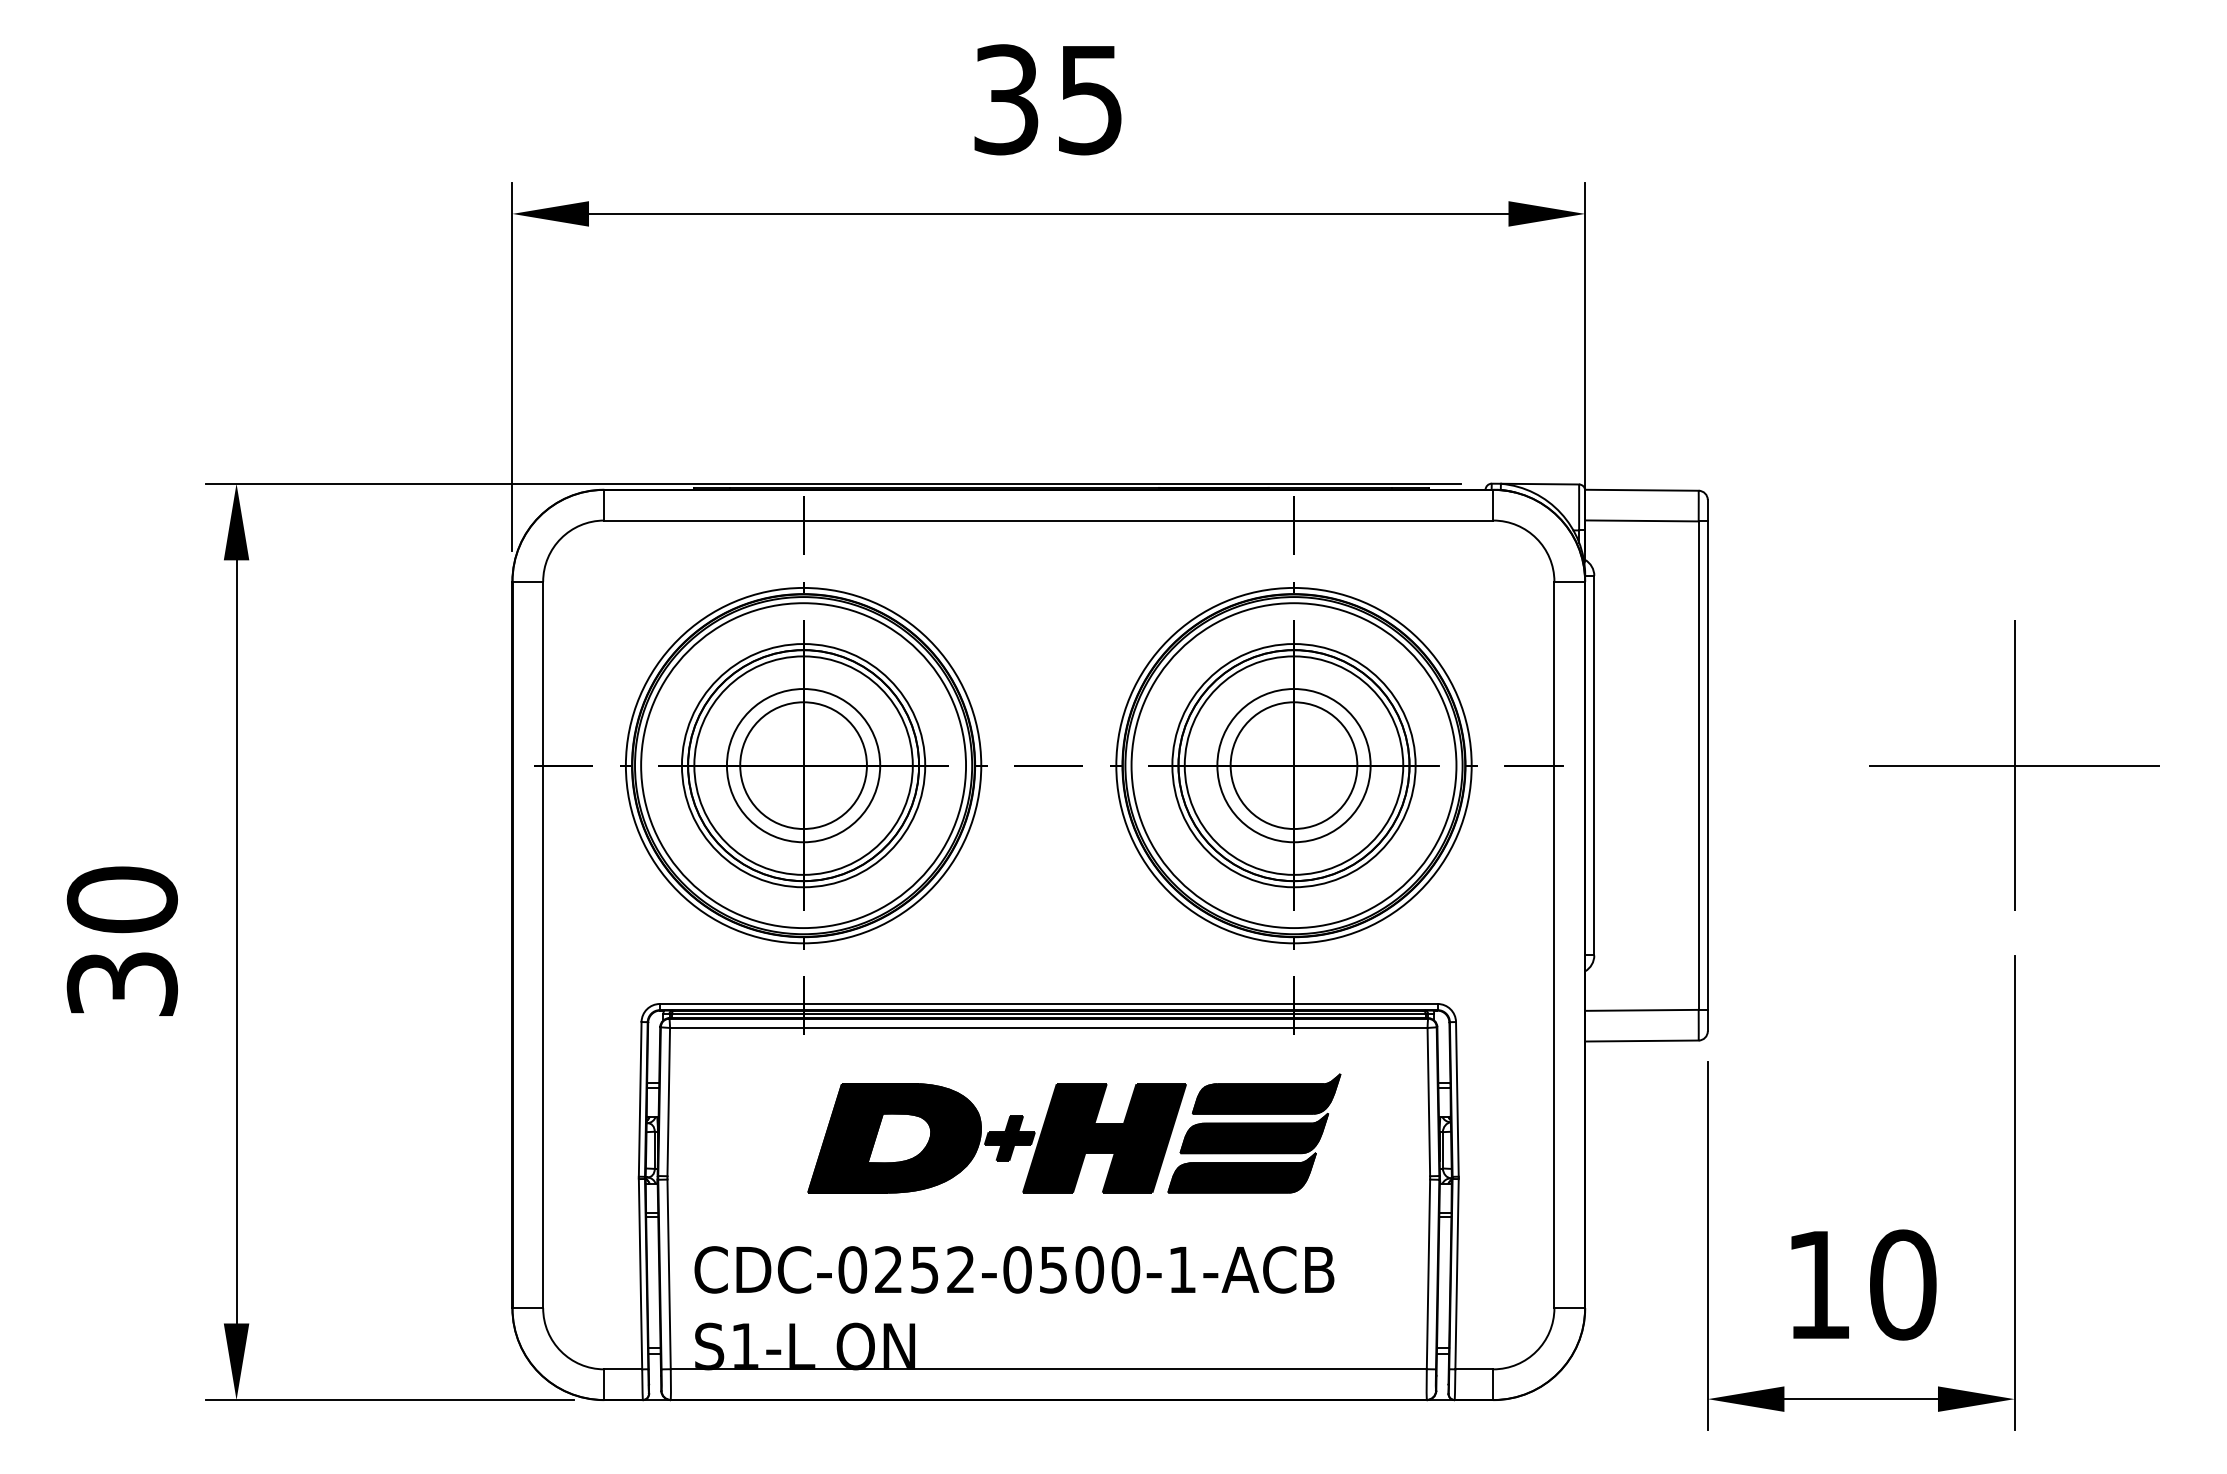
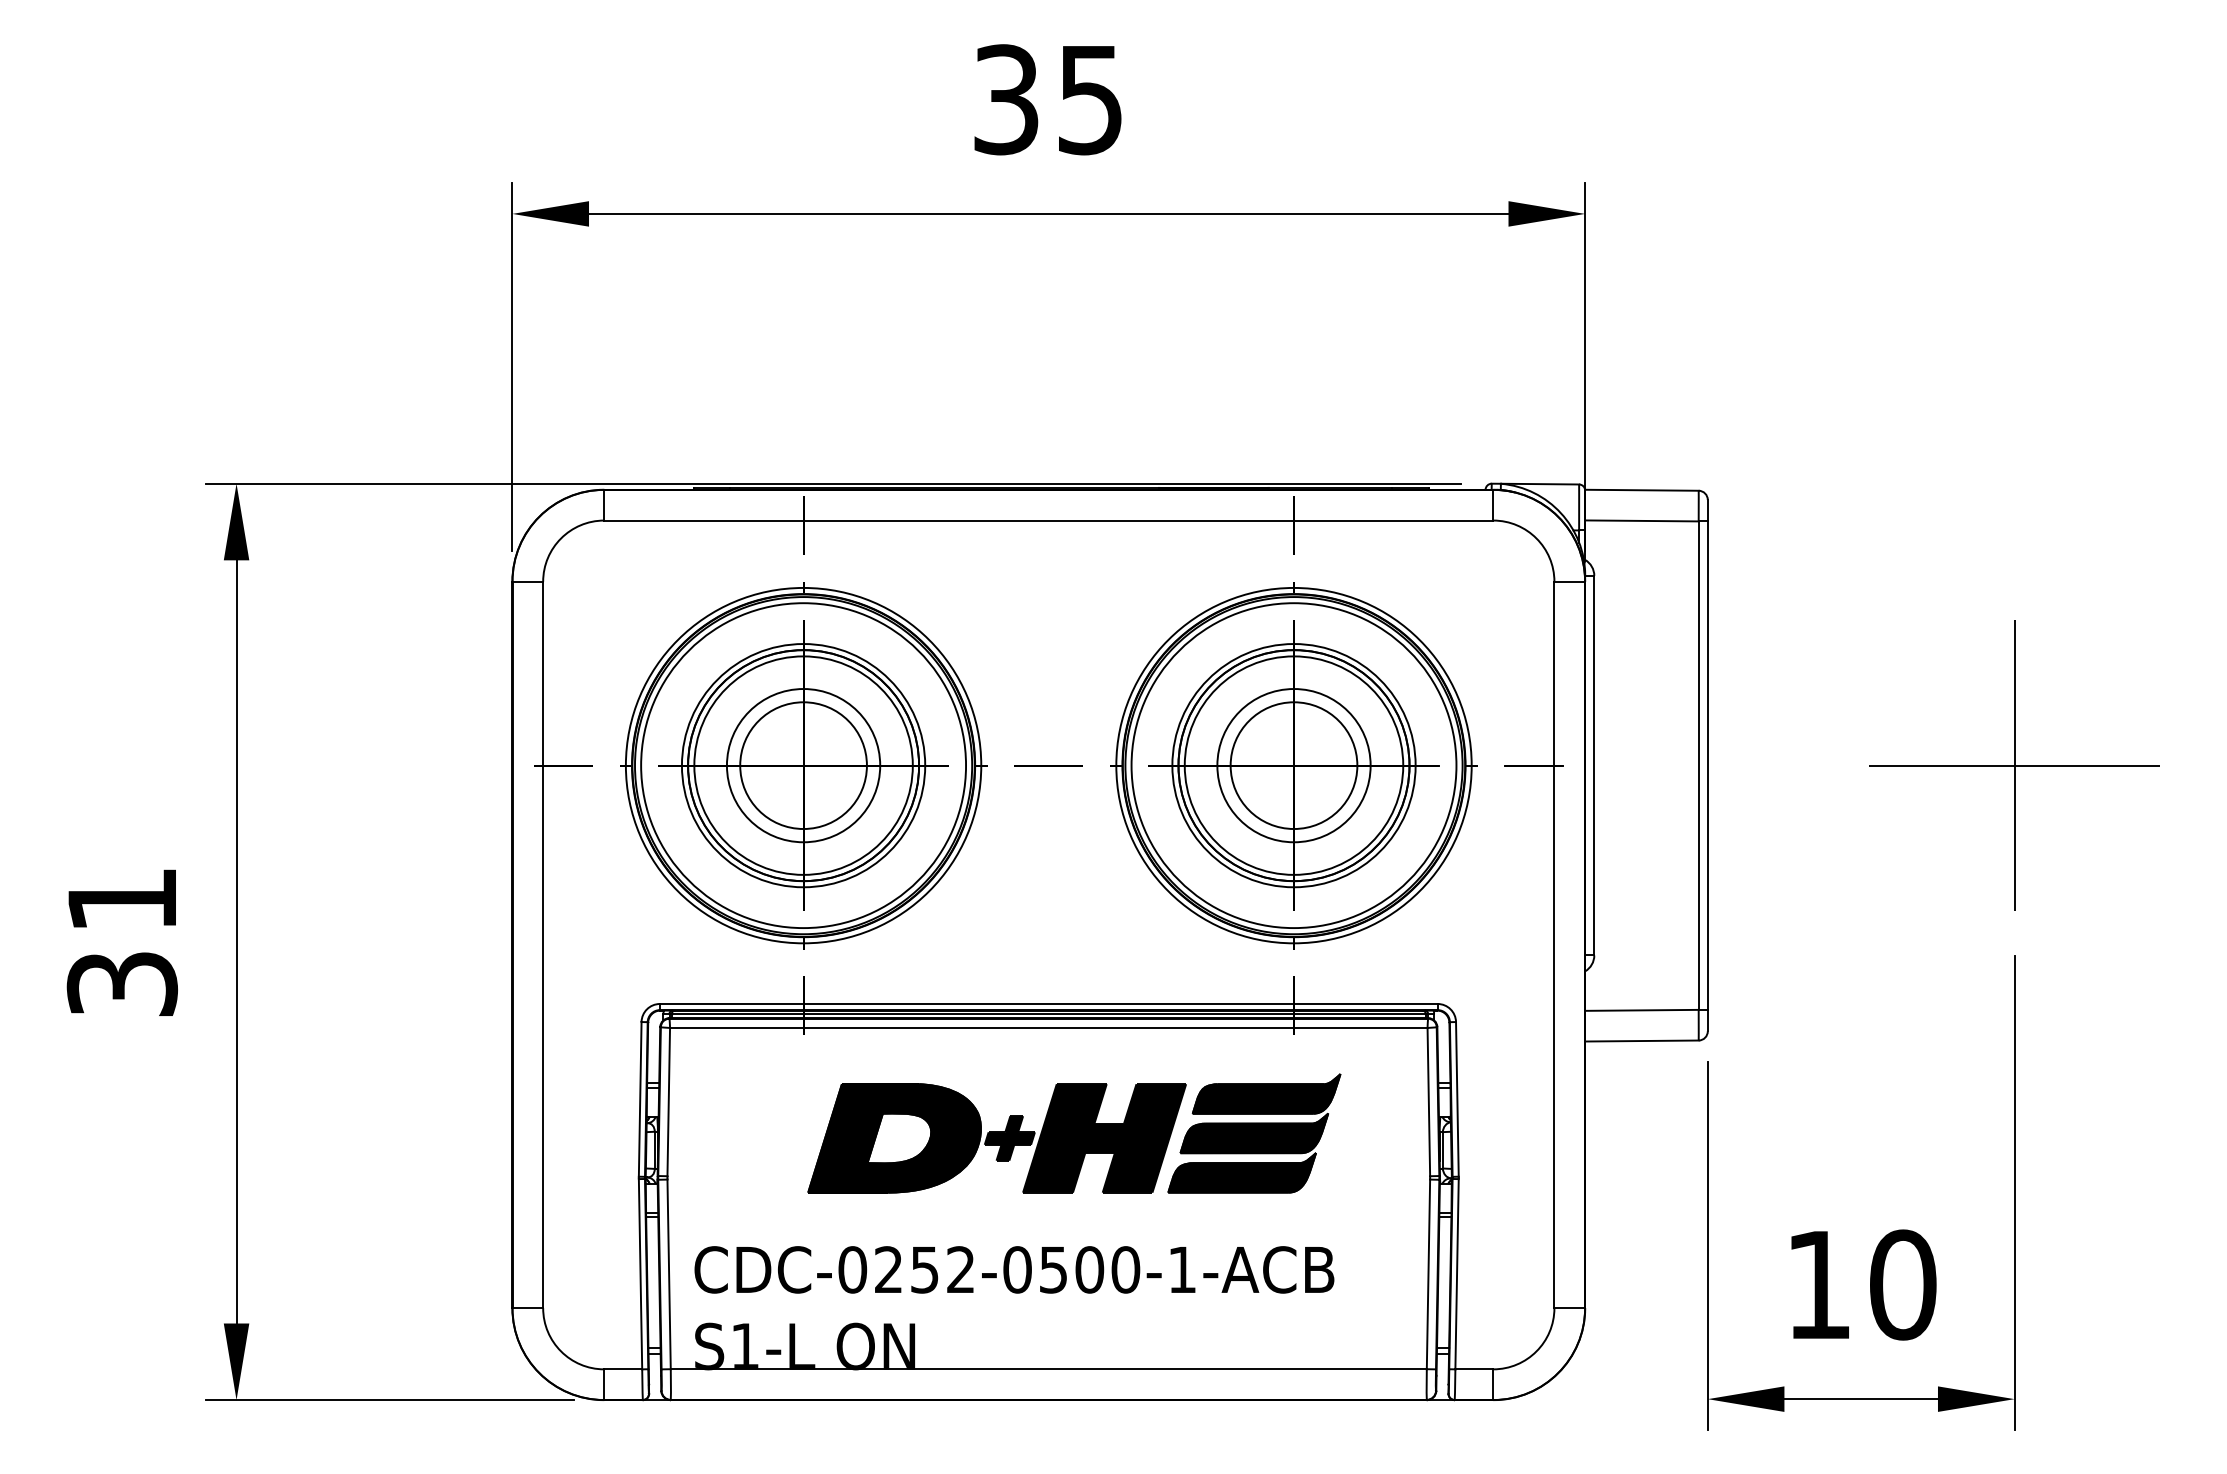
text at (121, 899): 30 -> 31
